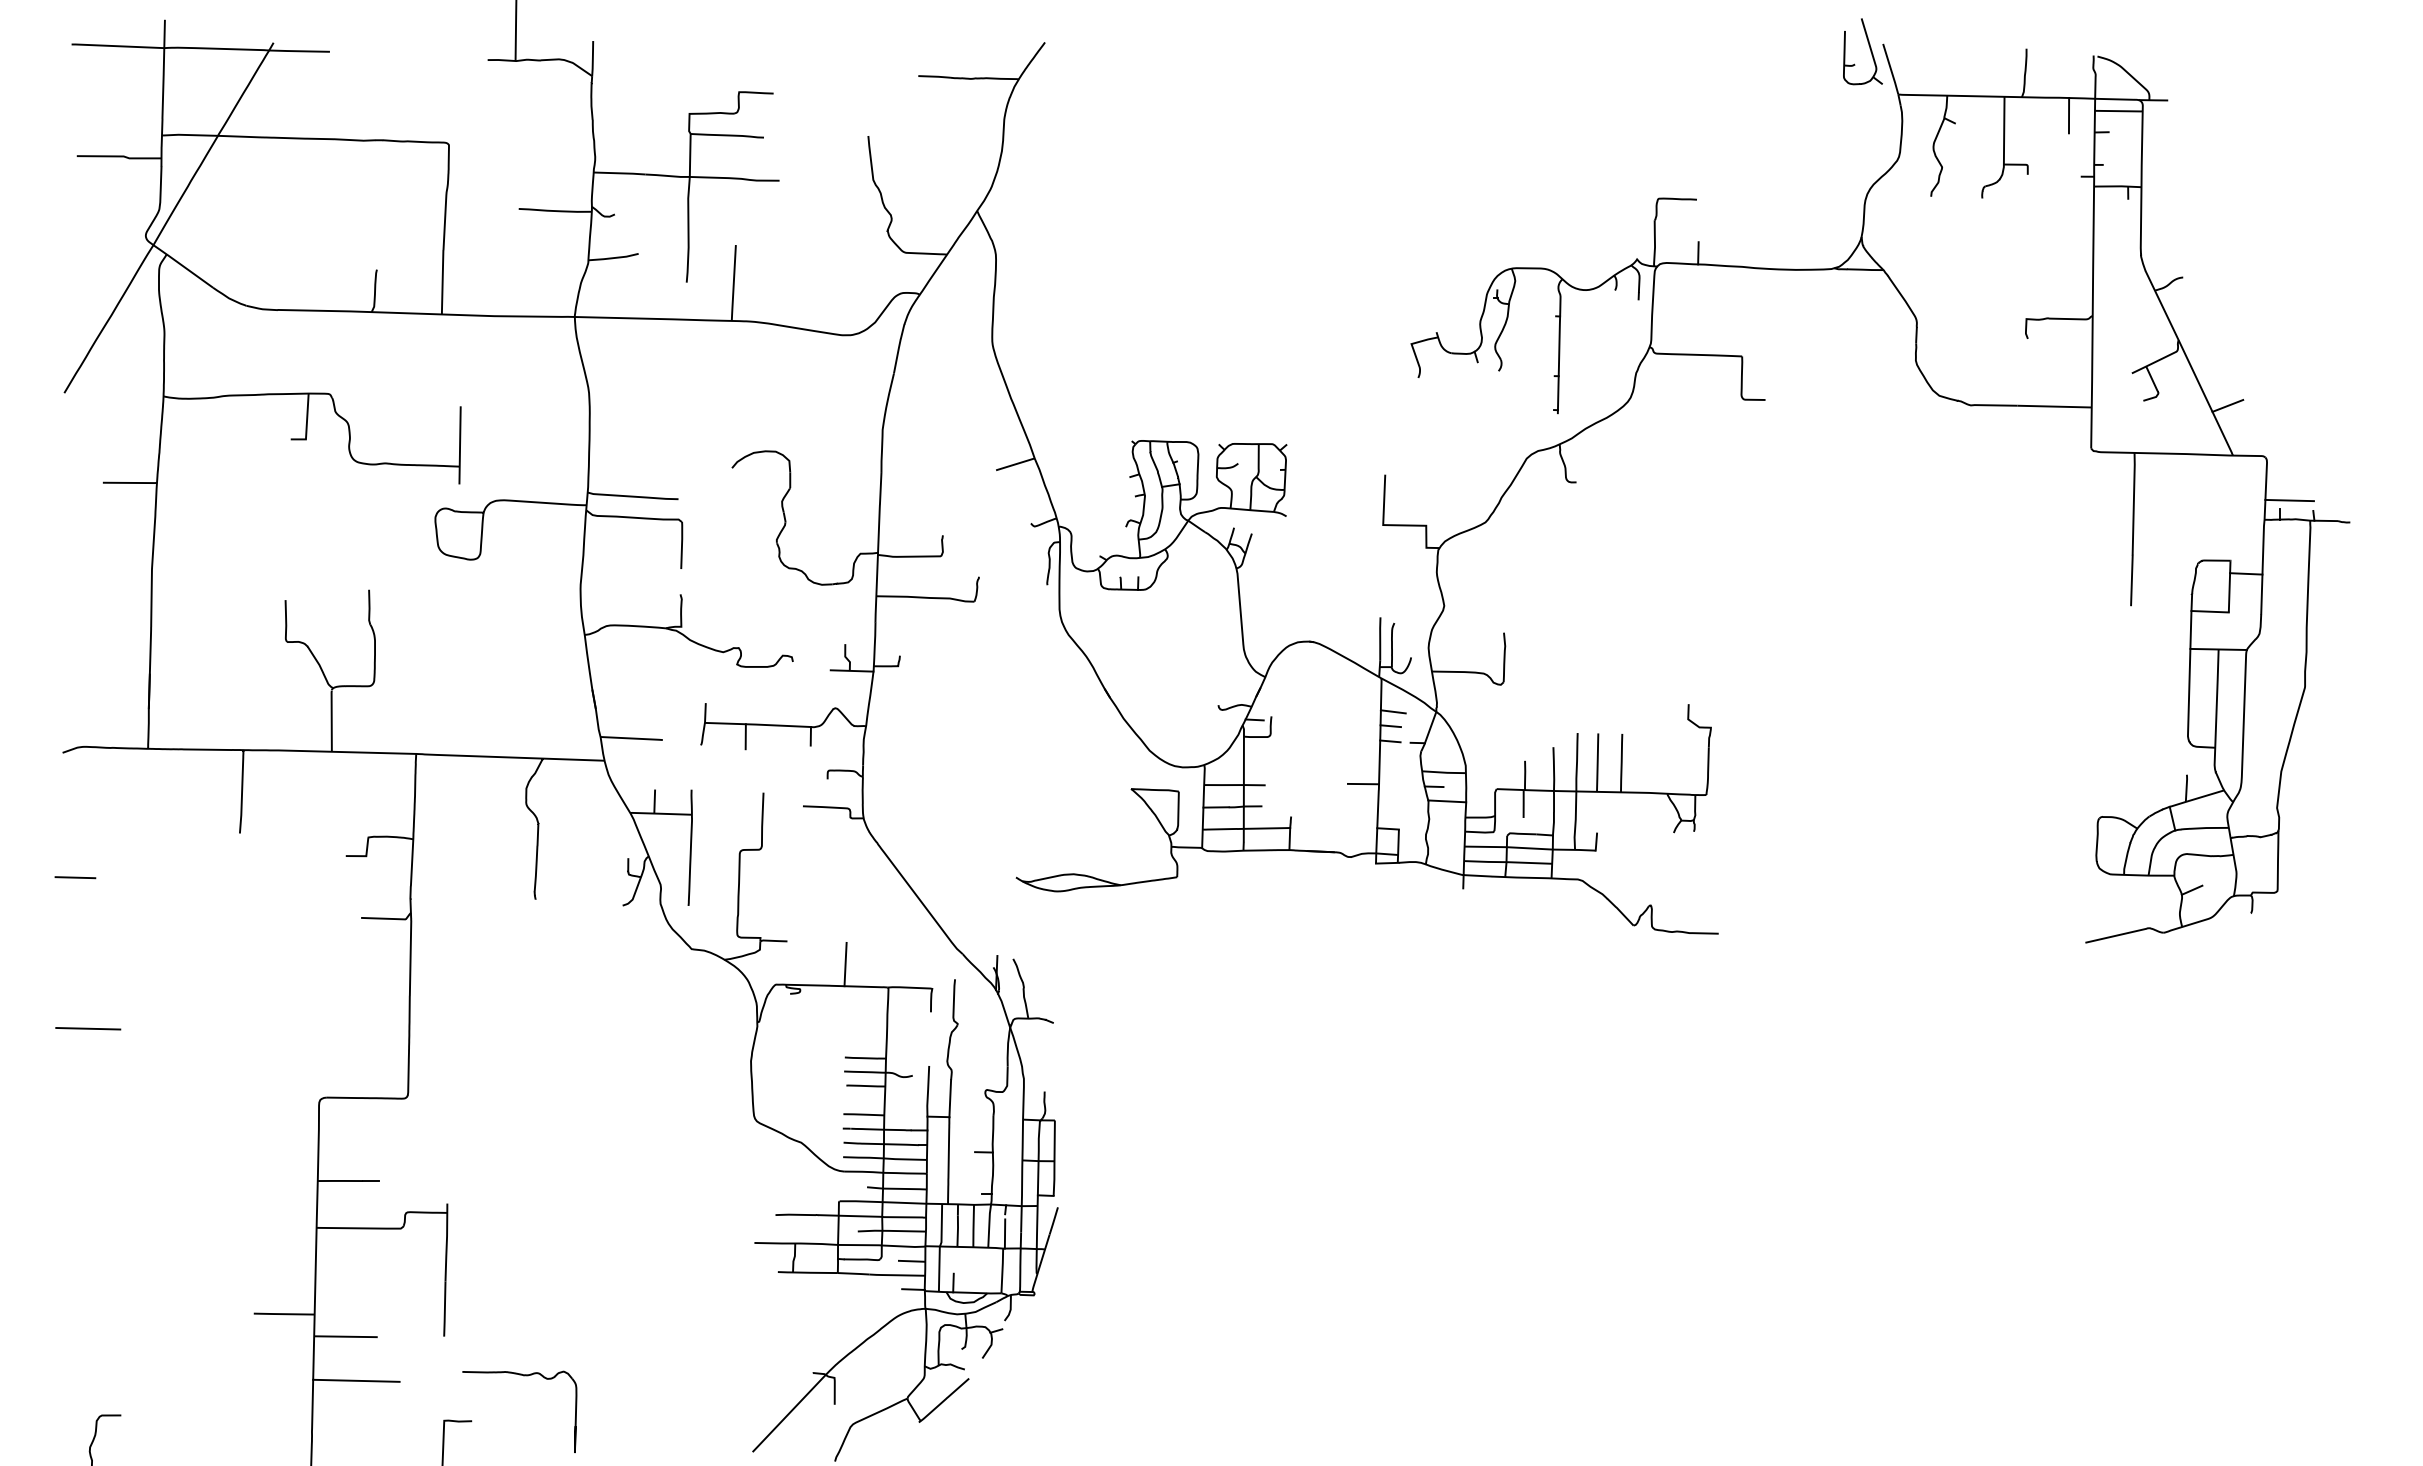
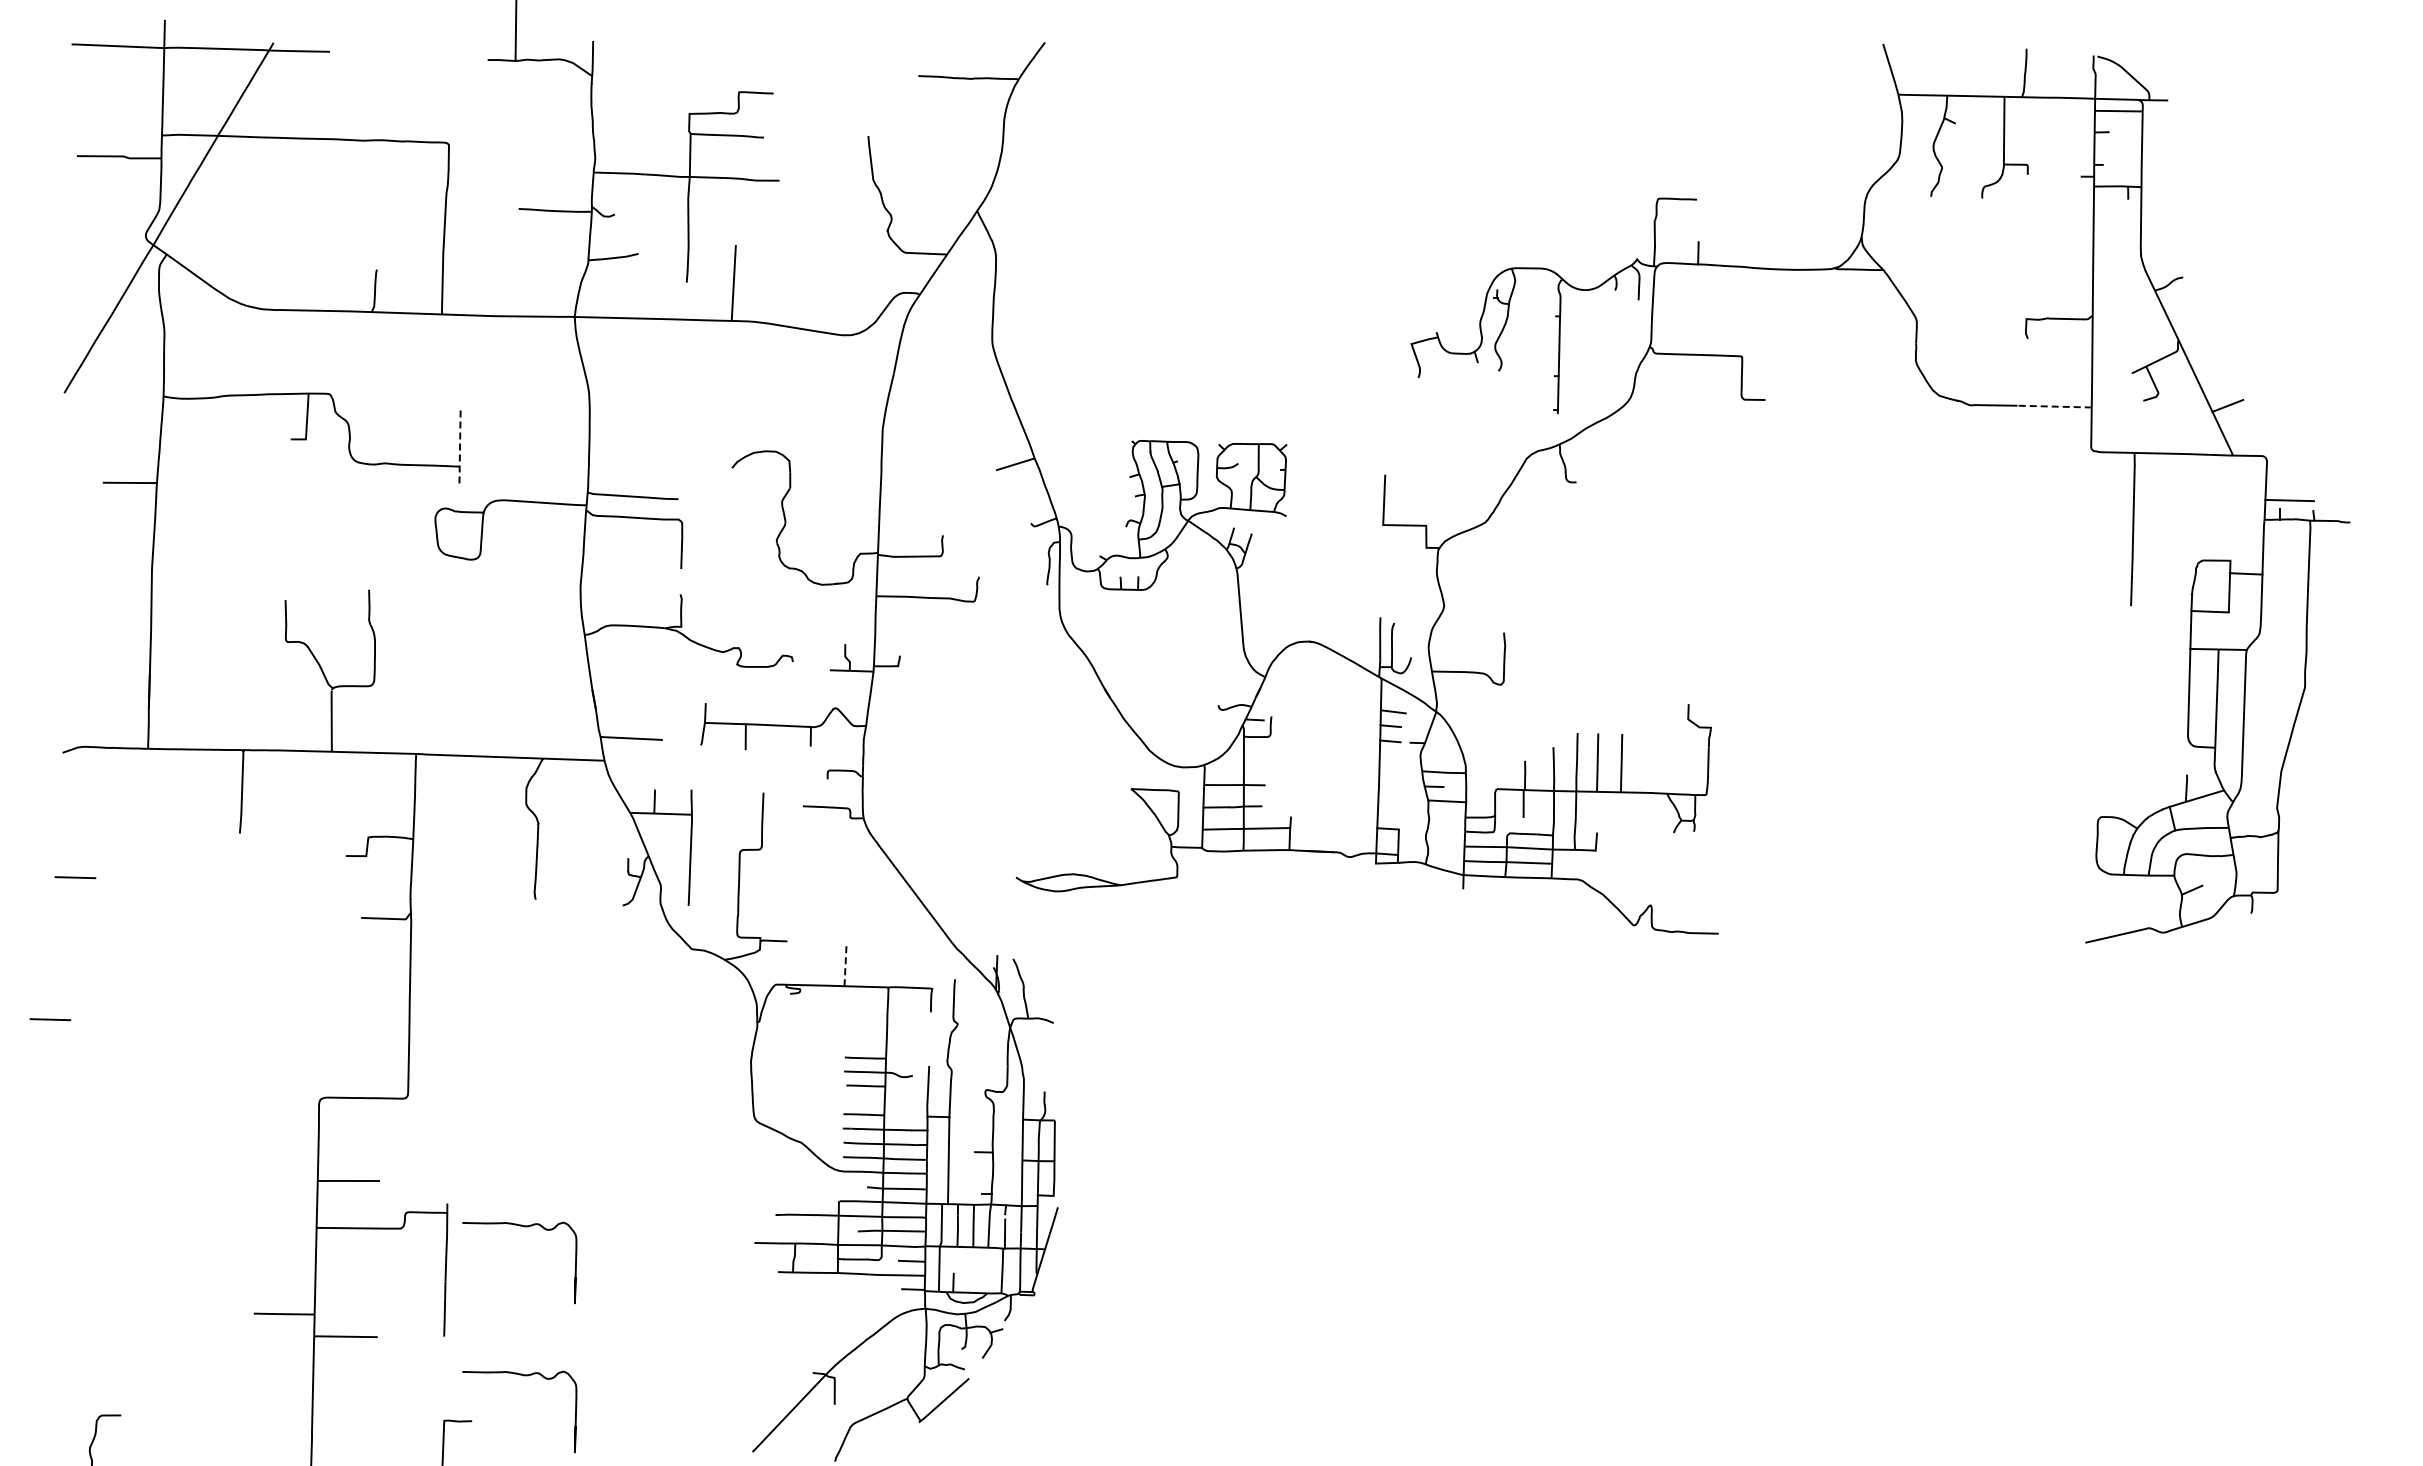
part at (1869, 48): present -> none
line at (2068, 115): present -> none
line at (2055, 406): solid -> dashed
line at (460, 444): solid -> dashed
line at (1363, 783): present -> none
line at (845, 964): solid -> dashed
line at (50, 1019): none -> present
line at (88, 1028): present -> none
part at (523, 1227): none -> present
line at (356, 1380): present -> none
